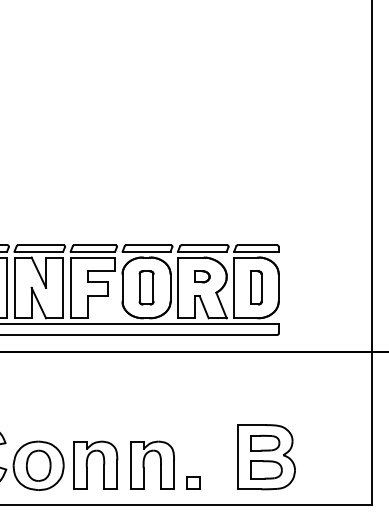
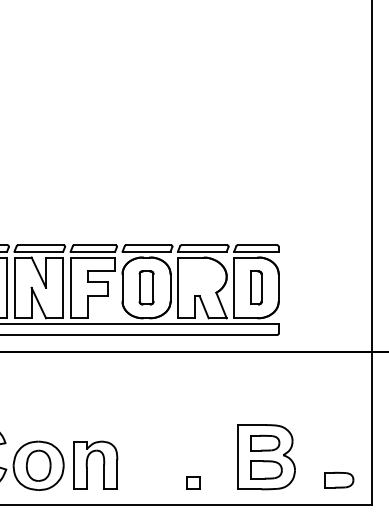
part at (202, 276): present -> none
part at (144, 464): present -> none
part at (339, 479): none -> present
